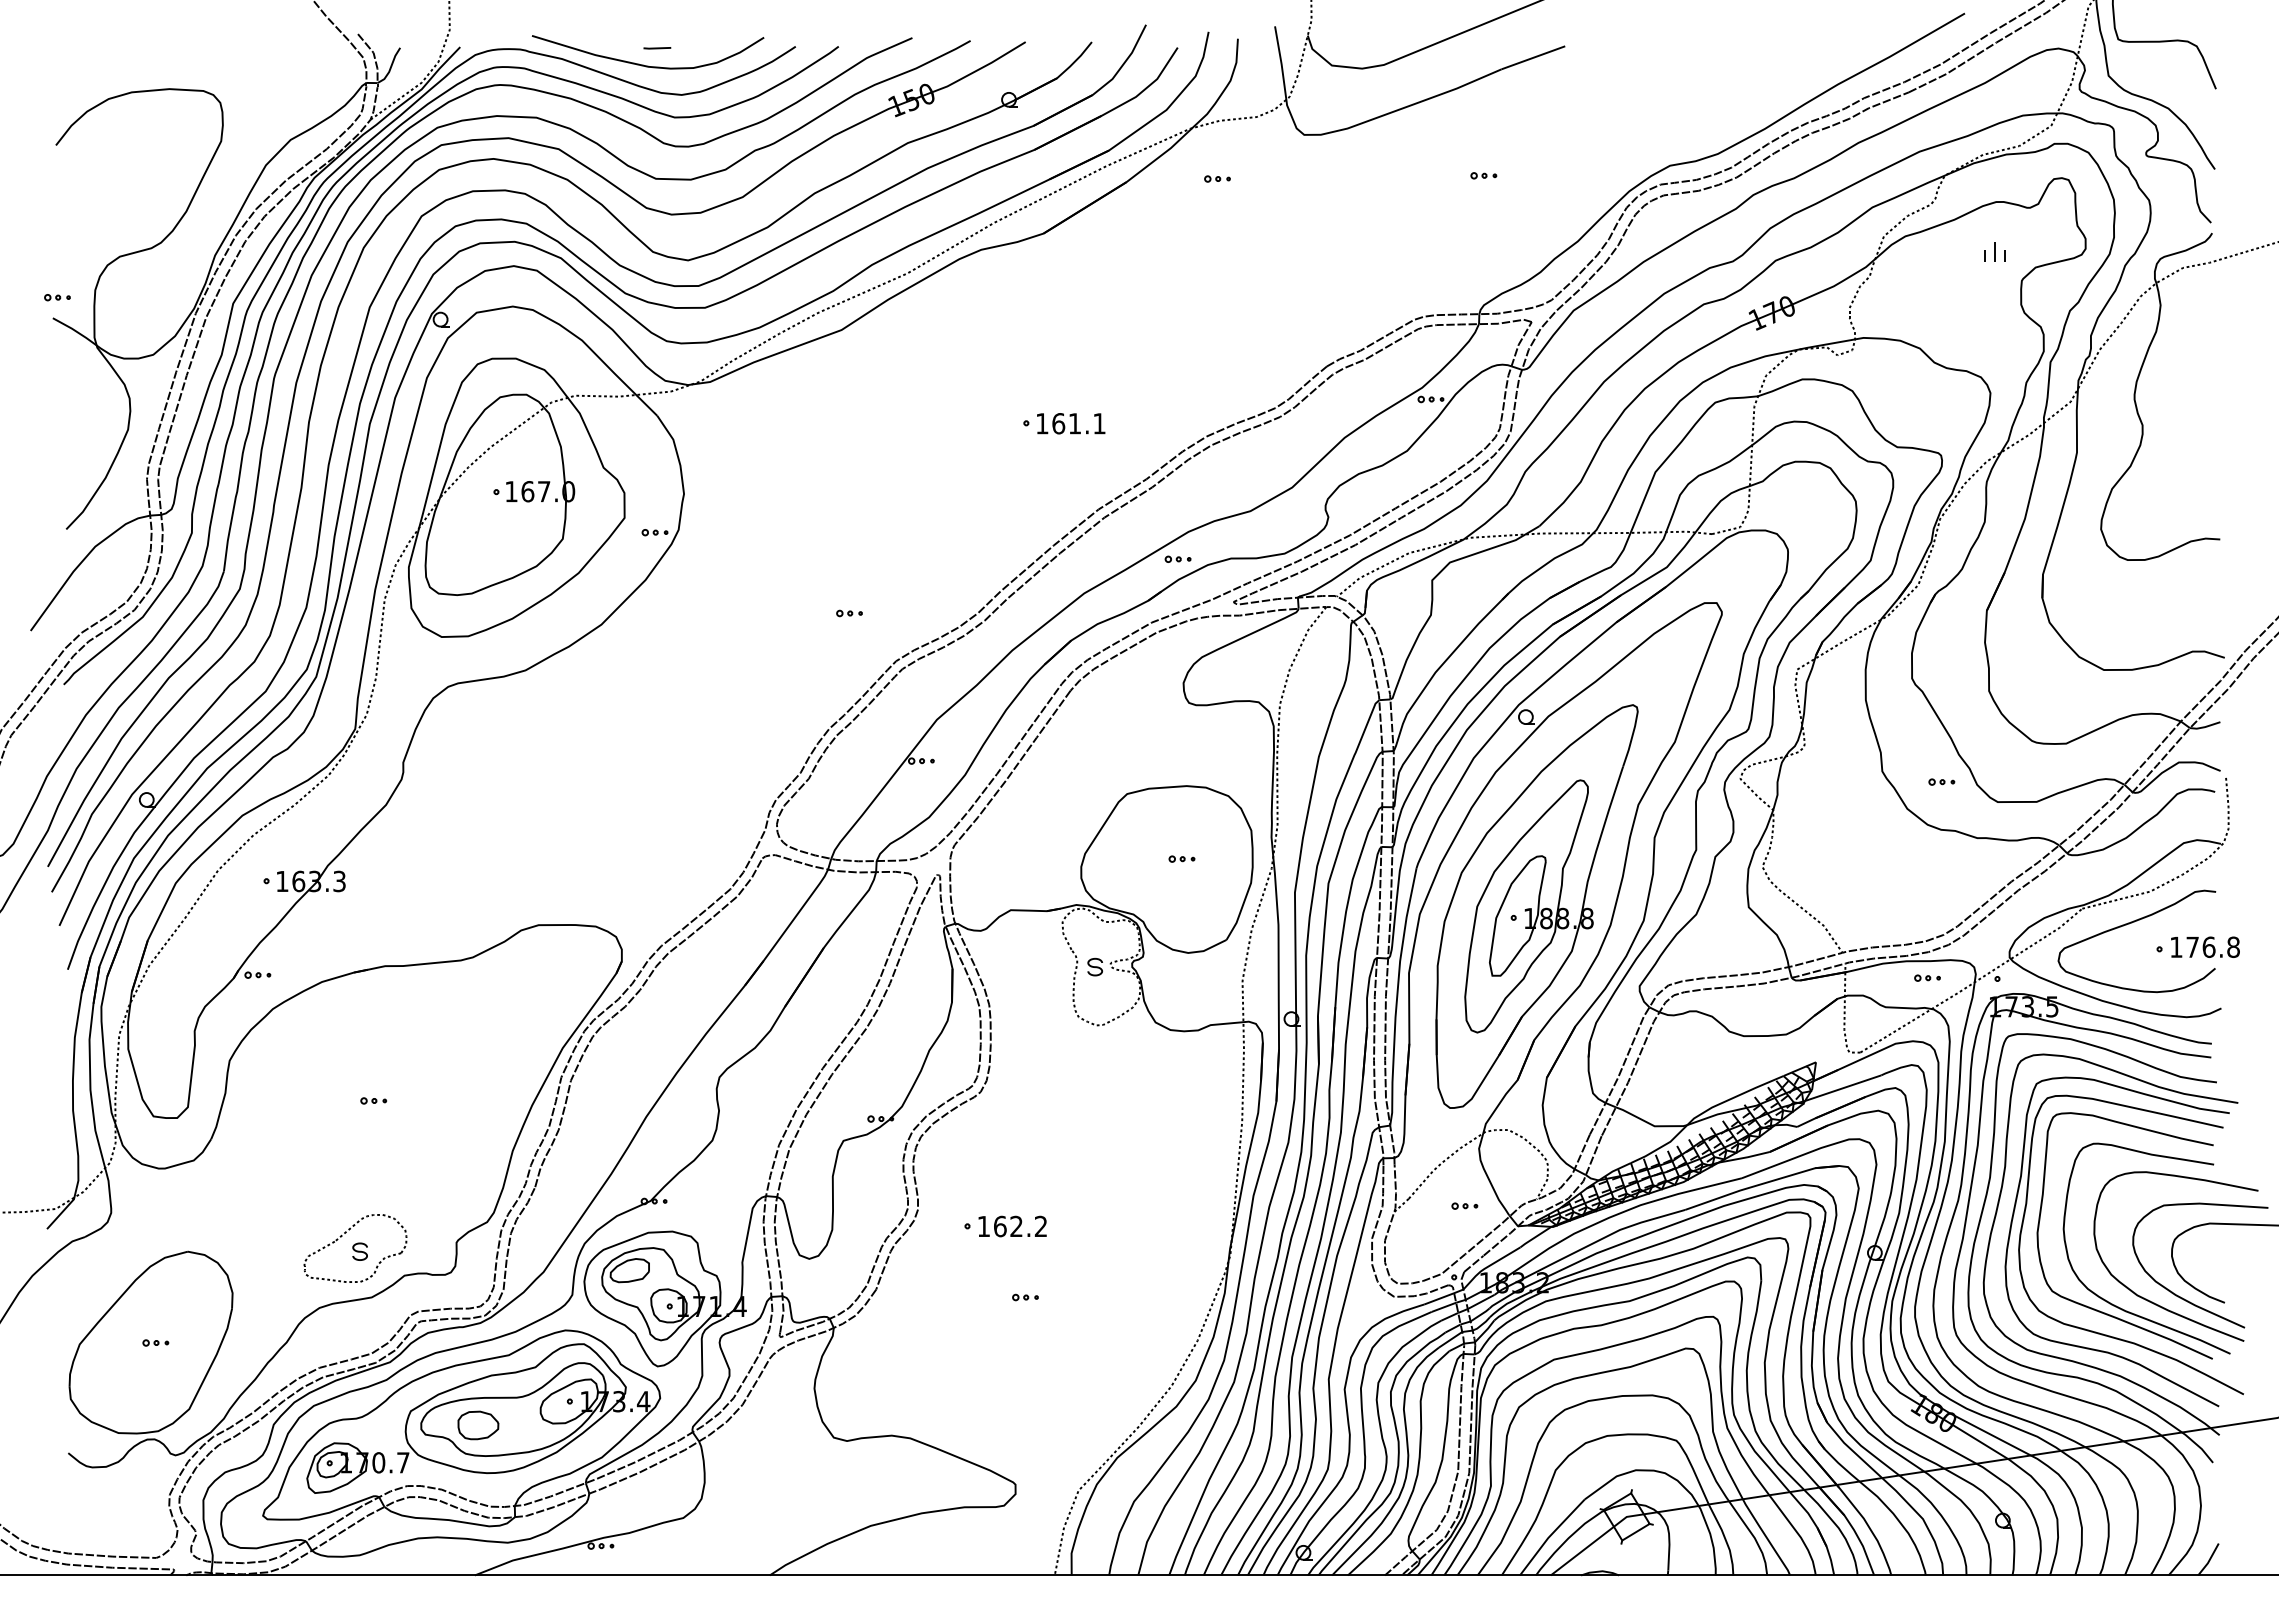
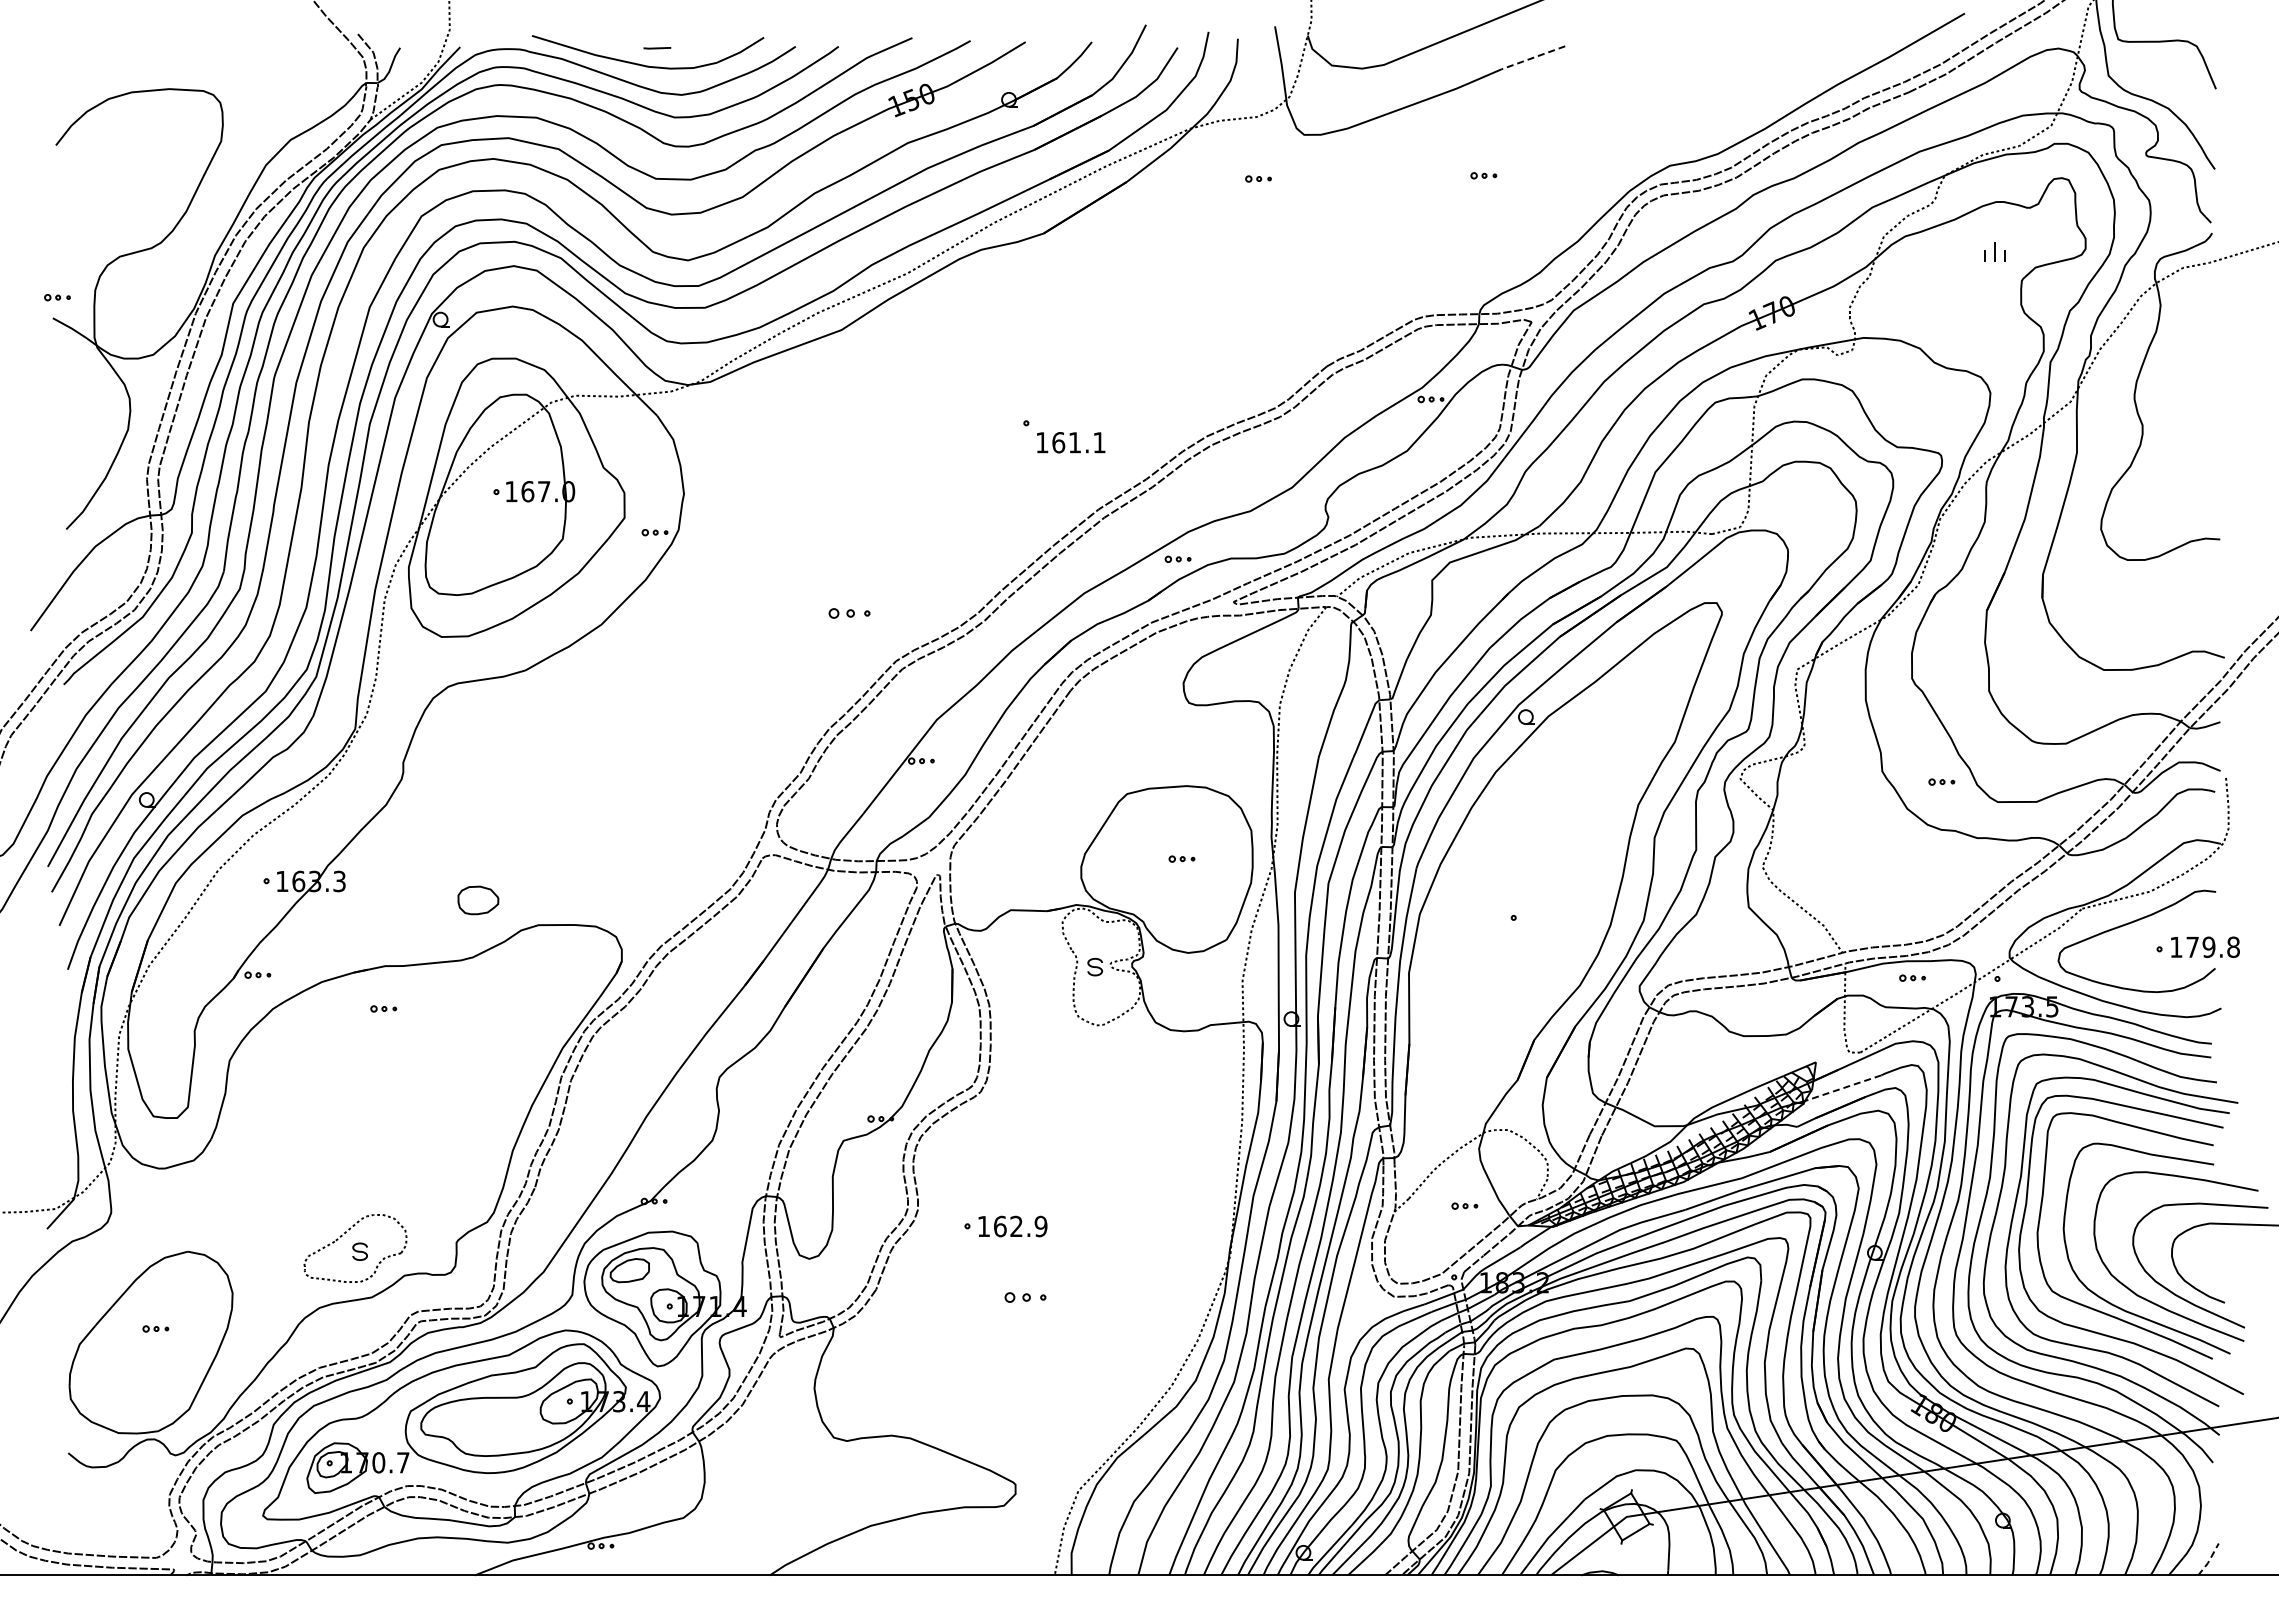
line at (1533, 57): solid -> dashed
part at (1217, 178) position: (1217, 178) -> (1258, 178)
text at (1071, 423) position: (1071, 423) -> (1071, 442)
part at (849, 613) size: 27x9 px -> 43x11 px
part at (1536, 906): present -> none
text at (2208, 947): 176.8 -> 179.8
part at (1927, 977) position: (1927, 977) -> (1912, 977)
line at (1842, 1088): solid -> dashed
part at (373, 1100) position: (373, 1100) -> (383, 1008)
text at (1040, 1226): 162.2 -> 162.9
part at (1025, 1297) size: 27x9 px -> 43x11 px
part at (155, 1342) position: (155, 1342) -> (155, 1328)
part at (478, 1425) position: (478, 1425) -> (478, 900)
line at (2209, 1560): solid -> dashed
